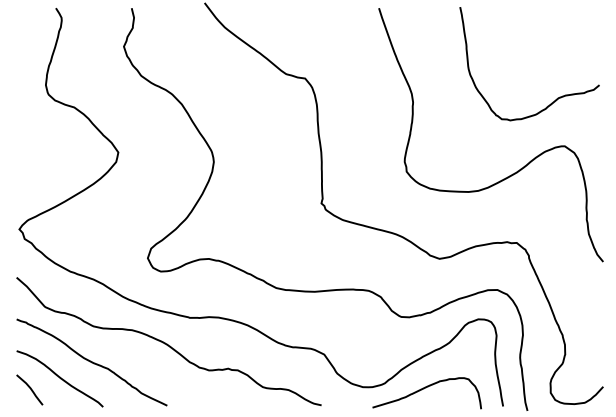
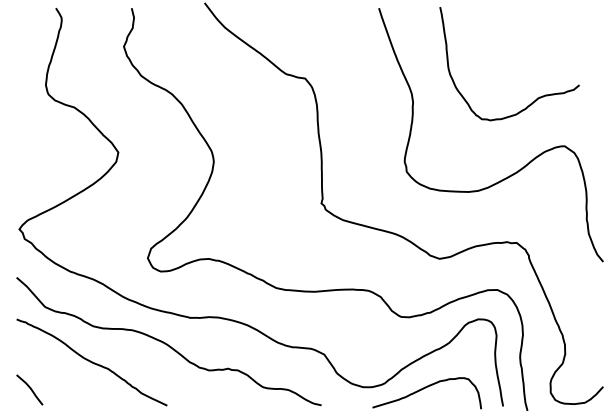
curve at (557, 97) position: (557, 97) -> (537, 97)
curve at (59, 378): present -> none
